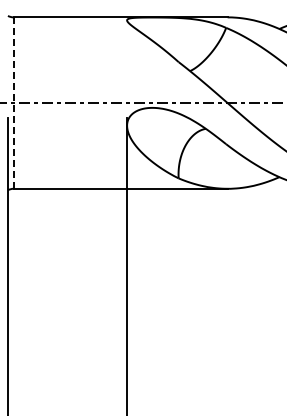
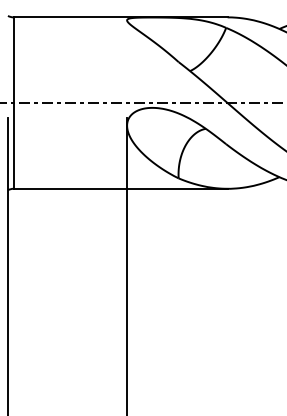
line at (13, 103): dashed -> solid
